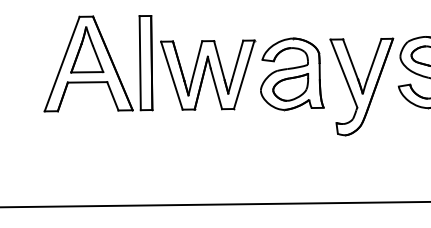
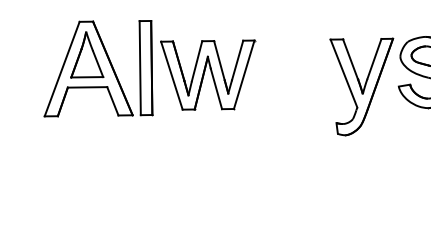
part at (98, 63) position: (98, 63) -> (98, 68)
part at (292, 74): present -> none
line at (214, 204): present -> none
